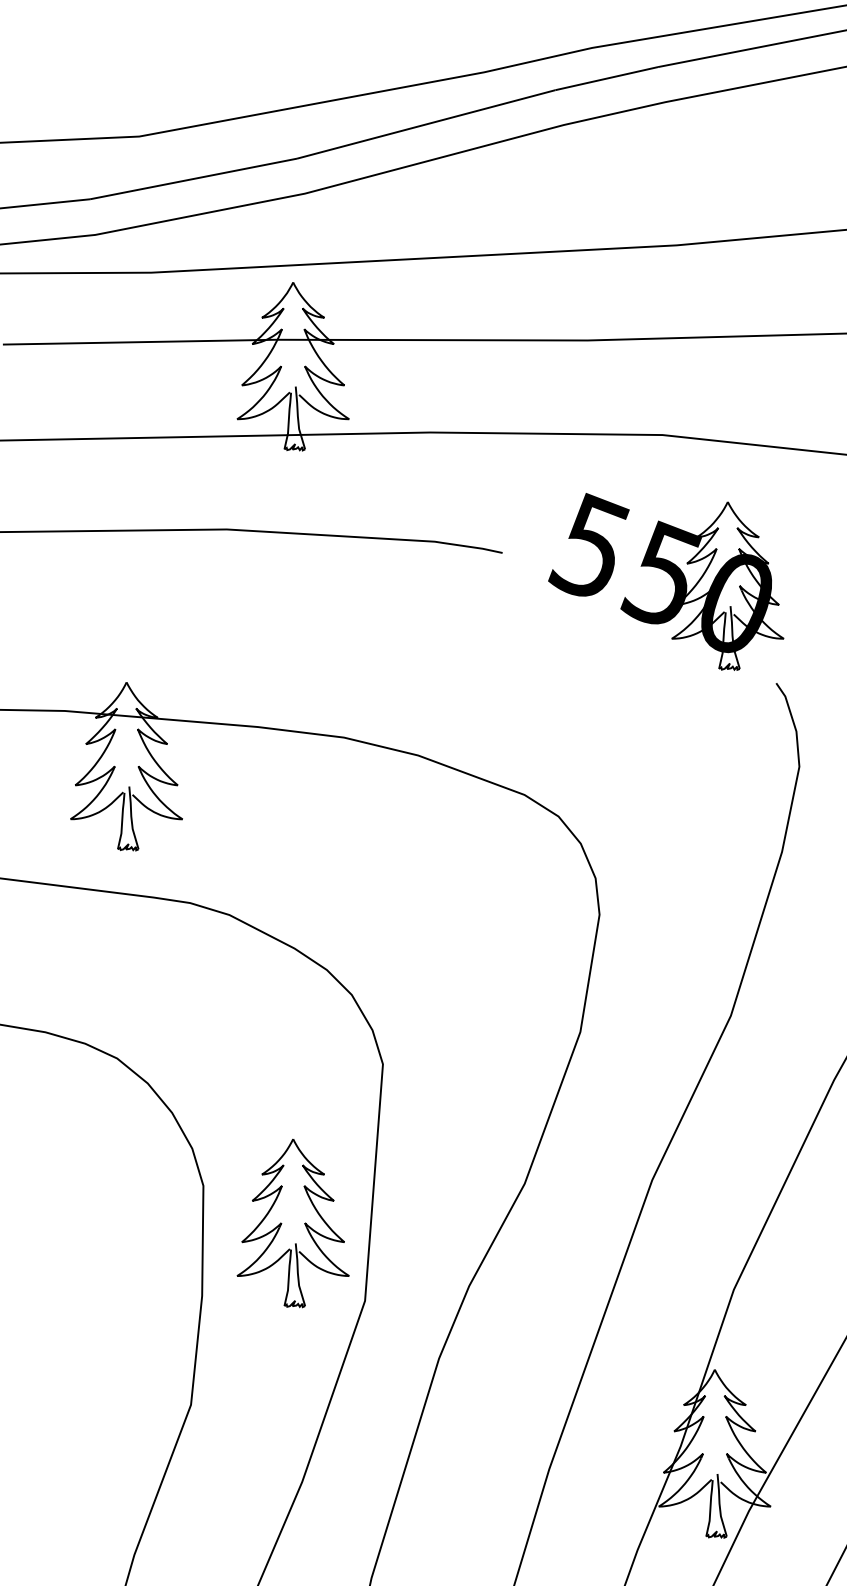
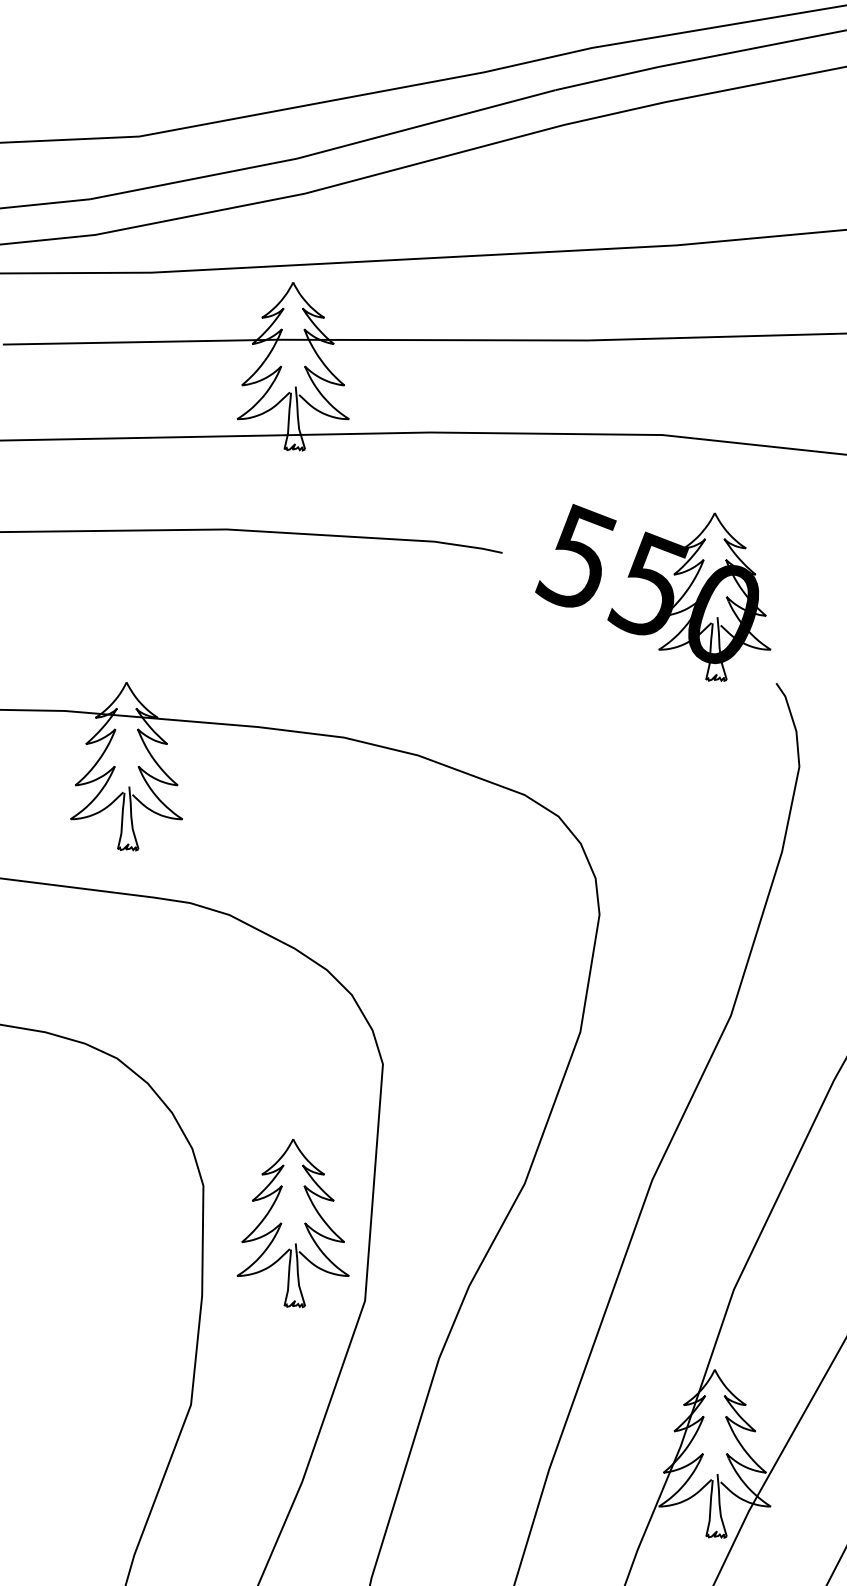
part at (672, 579) position: (672, 579) -> (659, 590)
